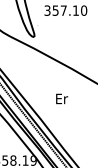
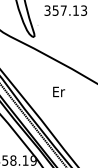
text at (84, 10): 357.10 -> 357.13
text at (62, 98) position: (62, 98) -> (59, 91)
